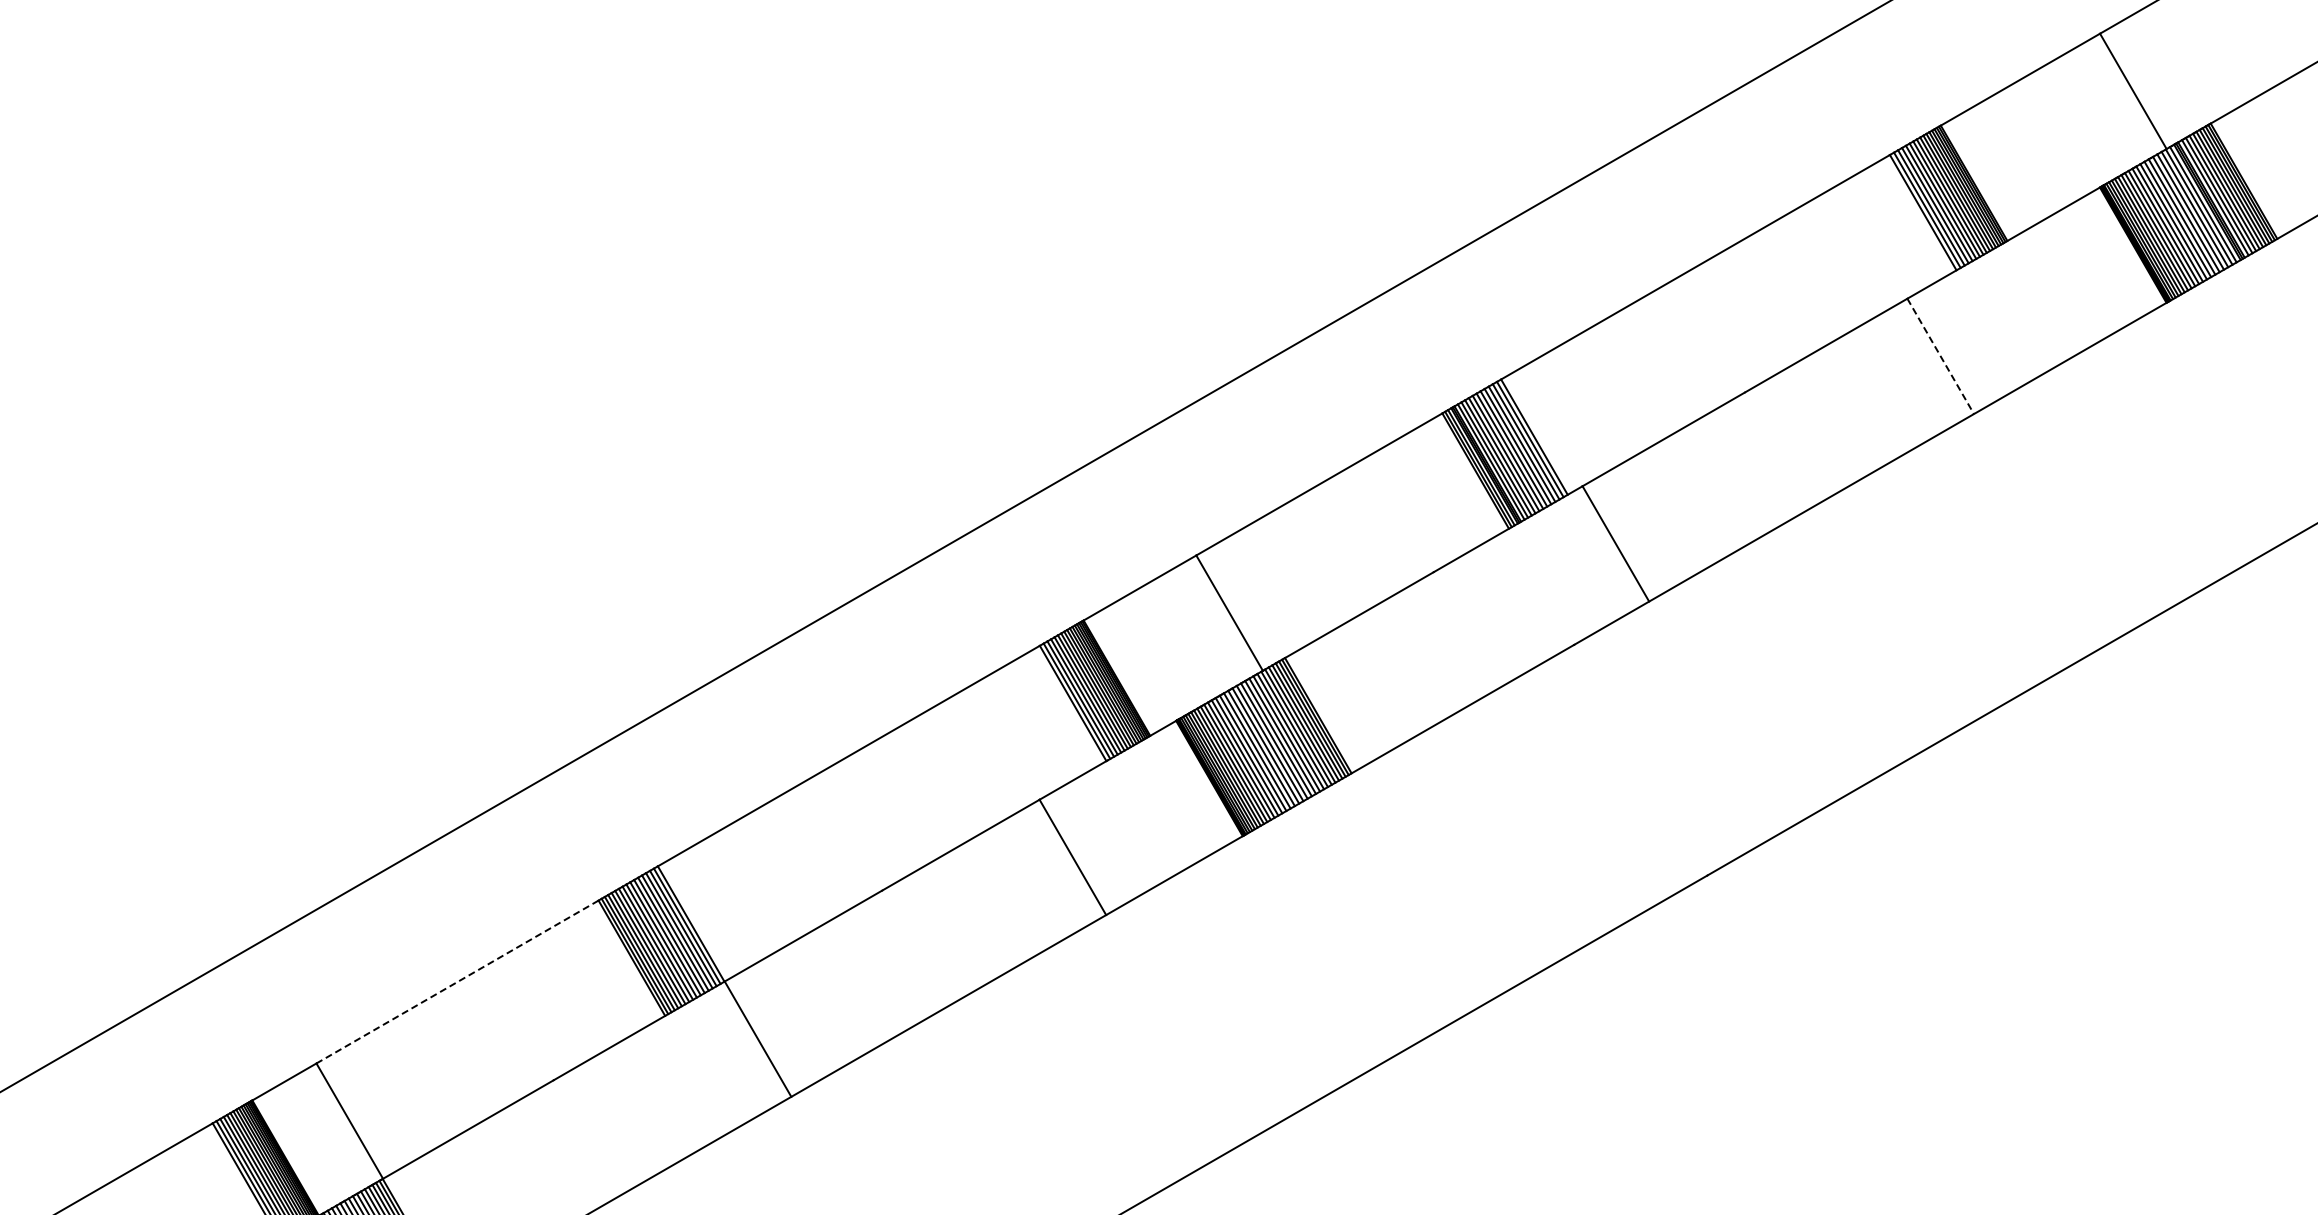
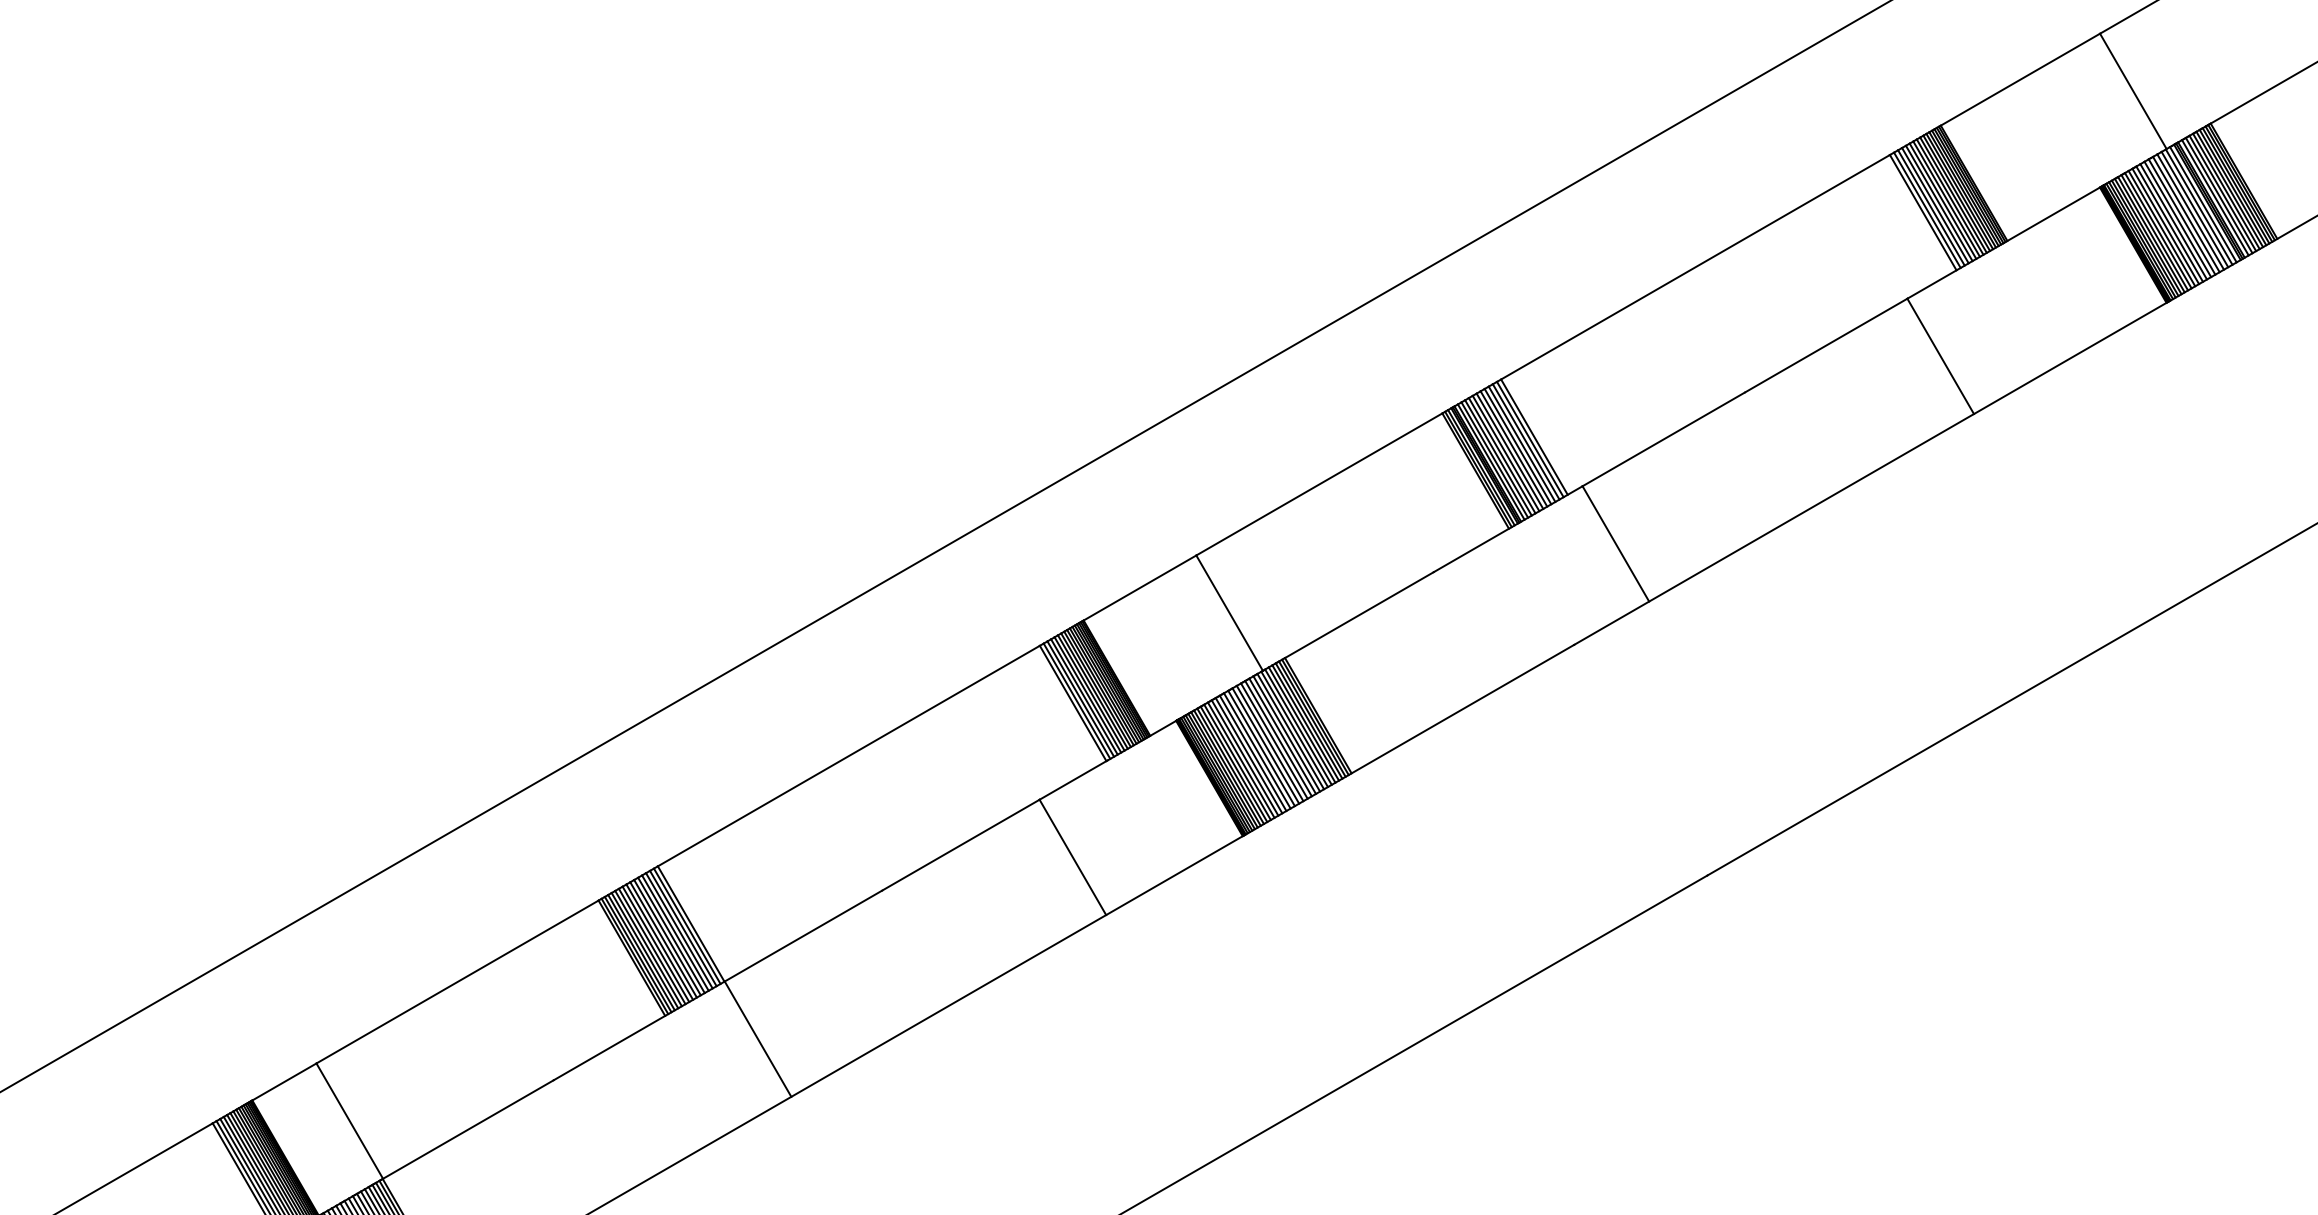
line at (1940, 356): dashed -> solid
line at (457, 982): dashed -> solid
